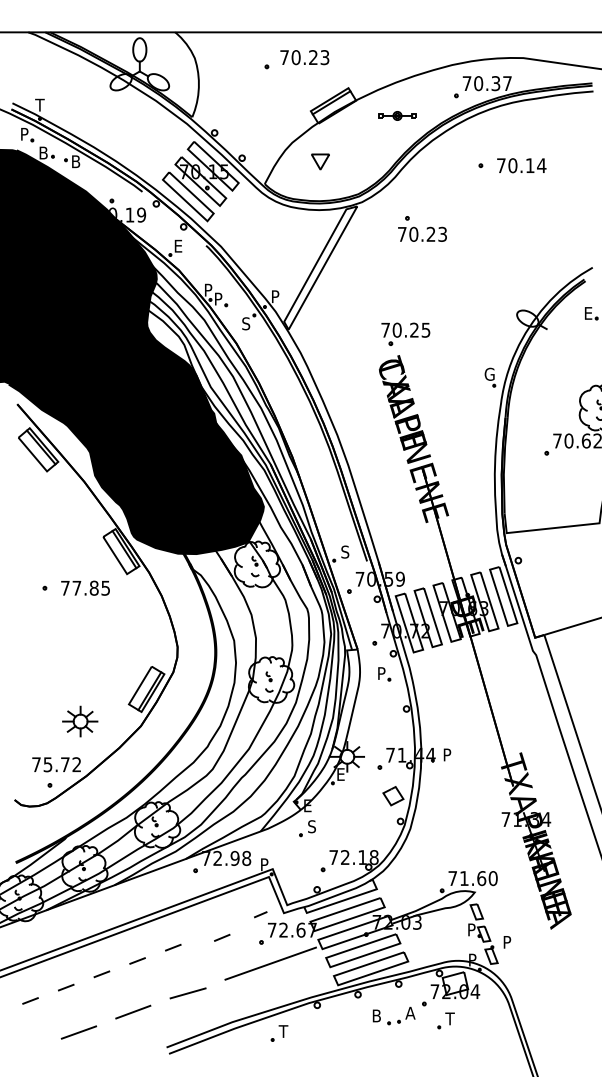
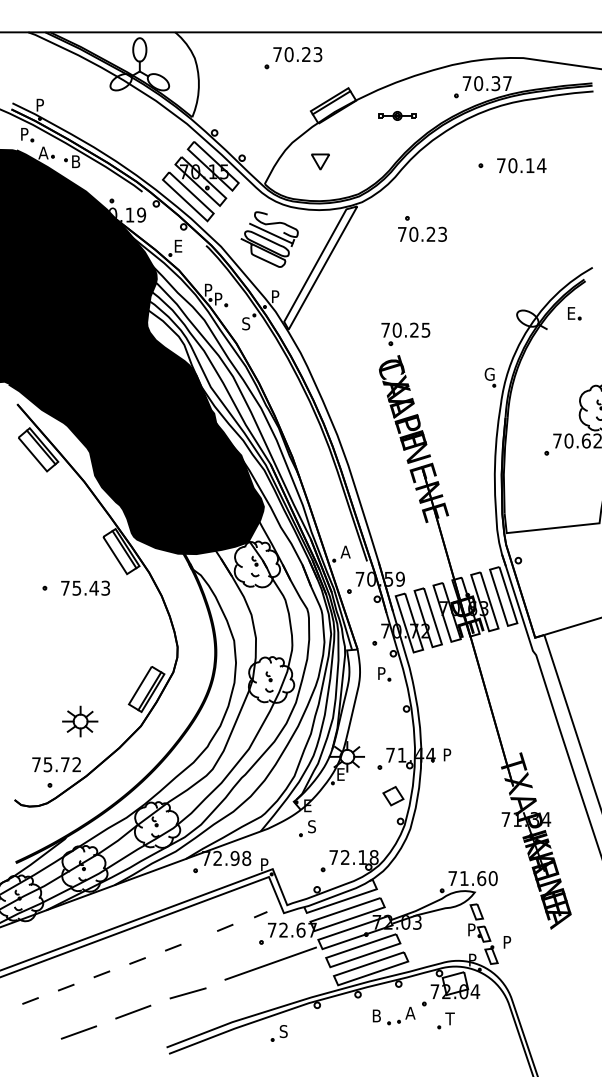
text at (304, 57) position: (304, 57) -> (297, 54)
text at (39, 104): T -> P
text at (43, 152): B -> A
part at (269, 239): none -> present
part at (591, 313) position: (591, 313) -> (574, 313)
text at (345, 551): S -> A
text at (91, 587): 77.85 -> 75.43
line at (222, 937) position: (222, 937) -> (225, 927)
text at (283, 1031): T -> S
